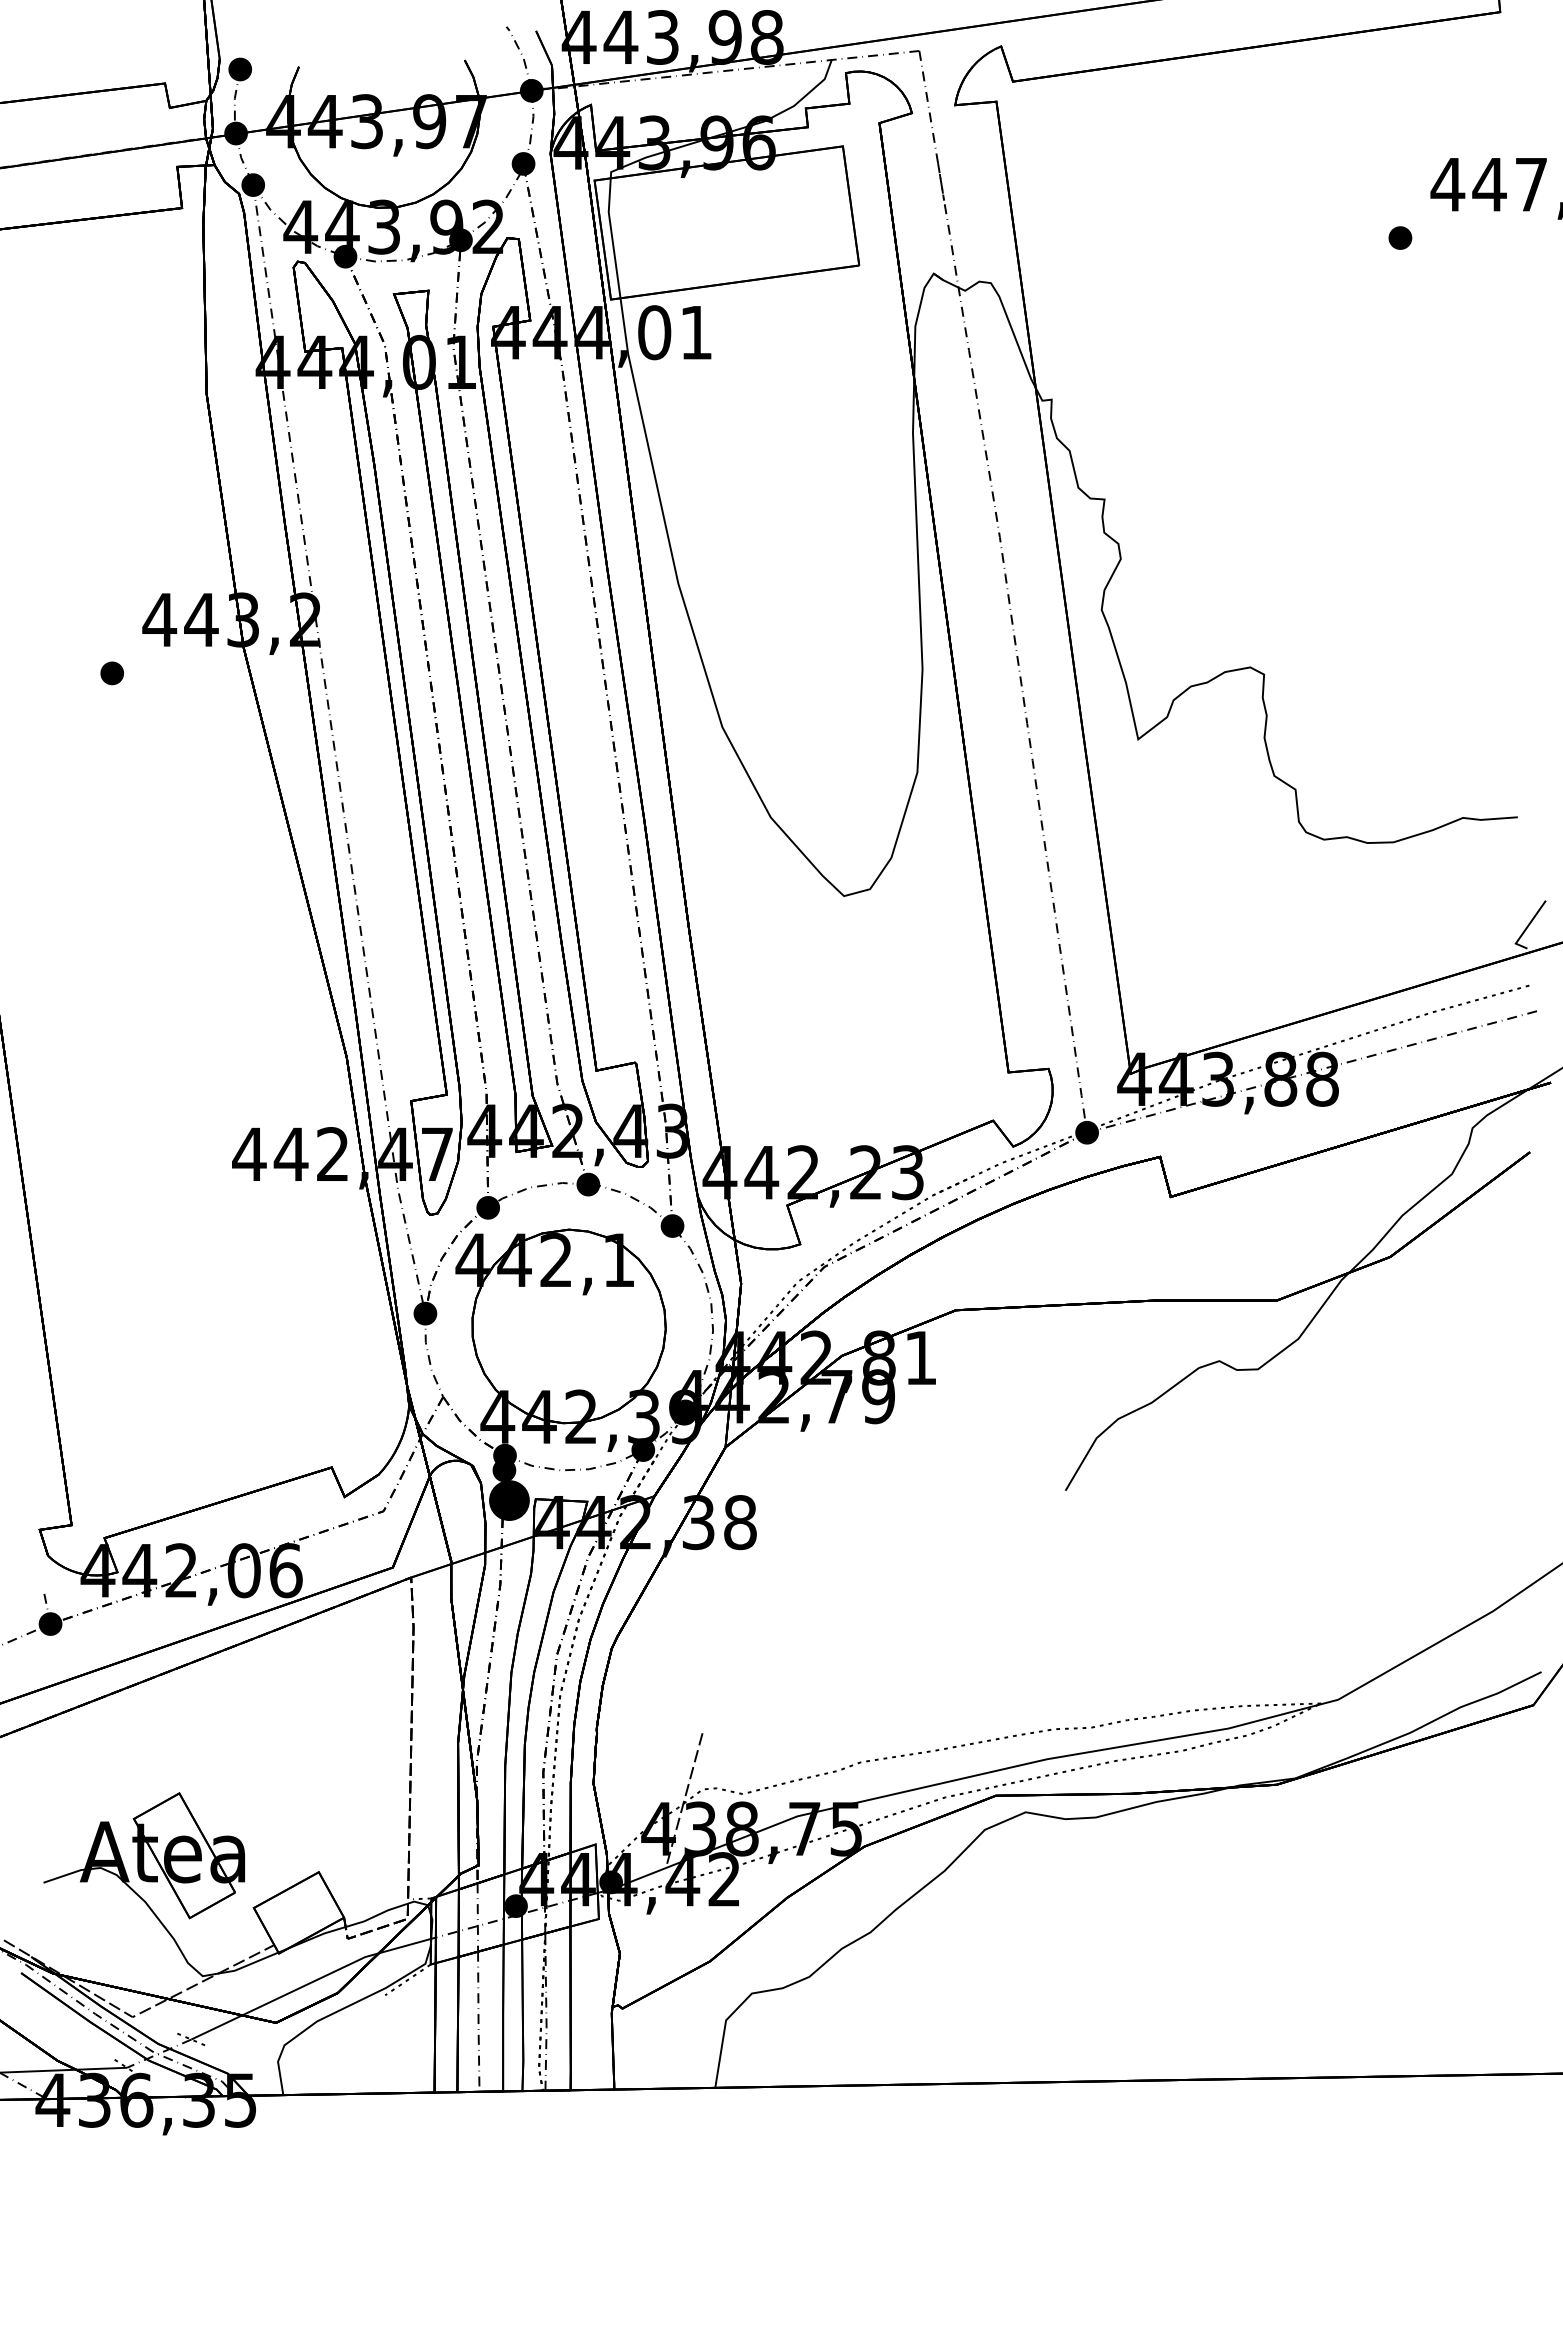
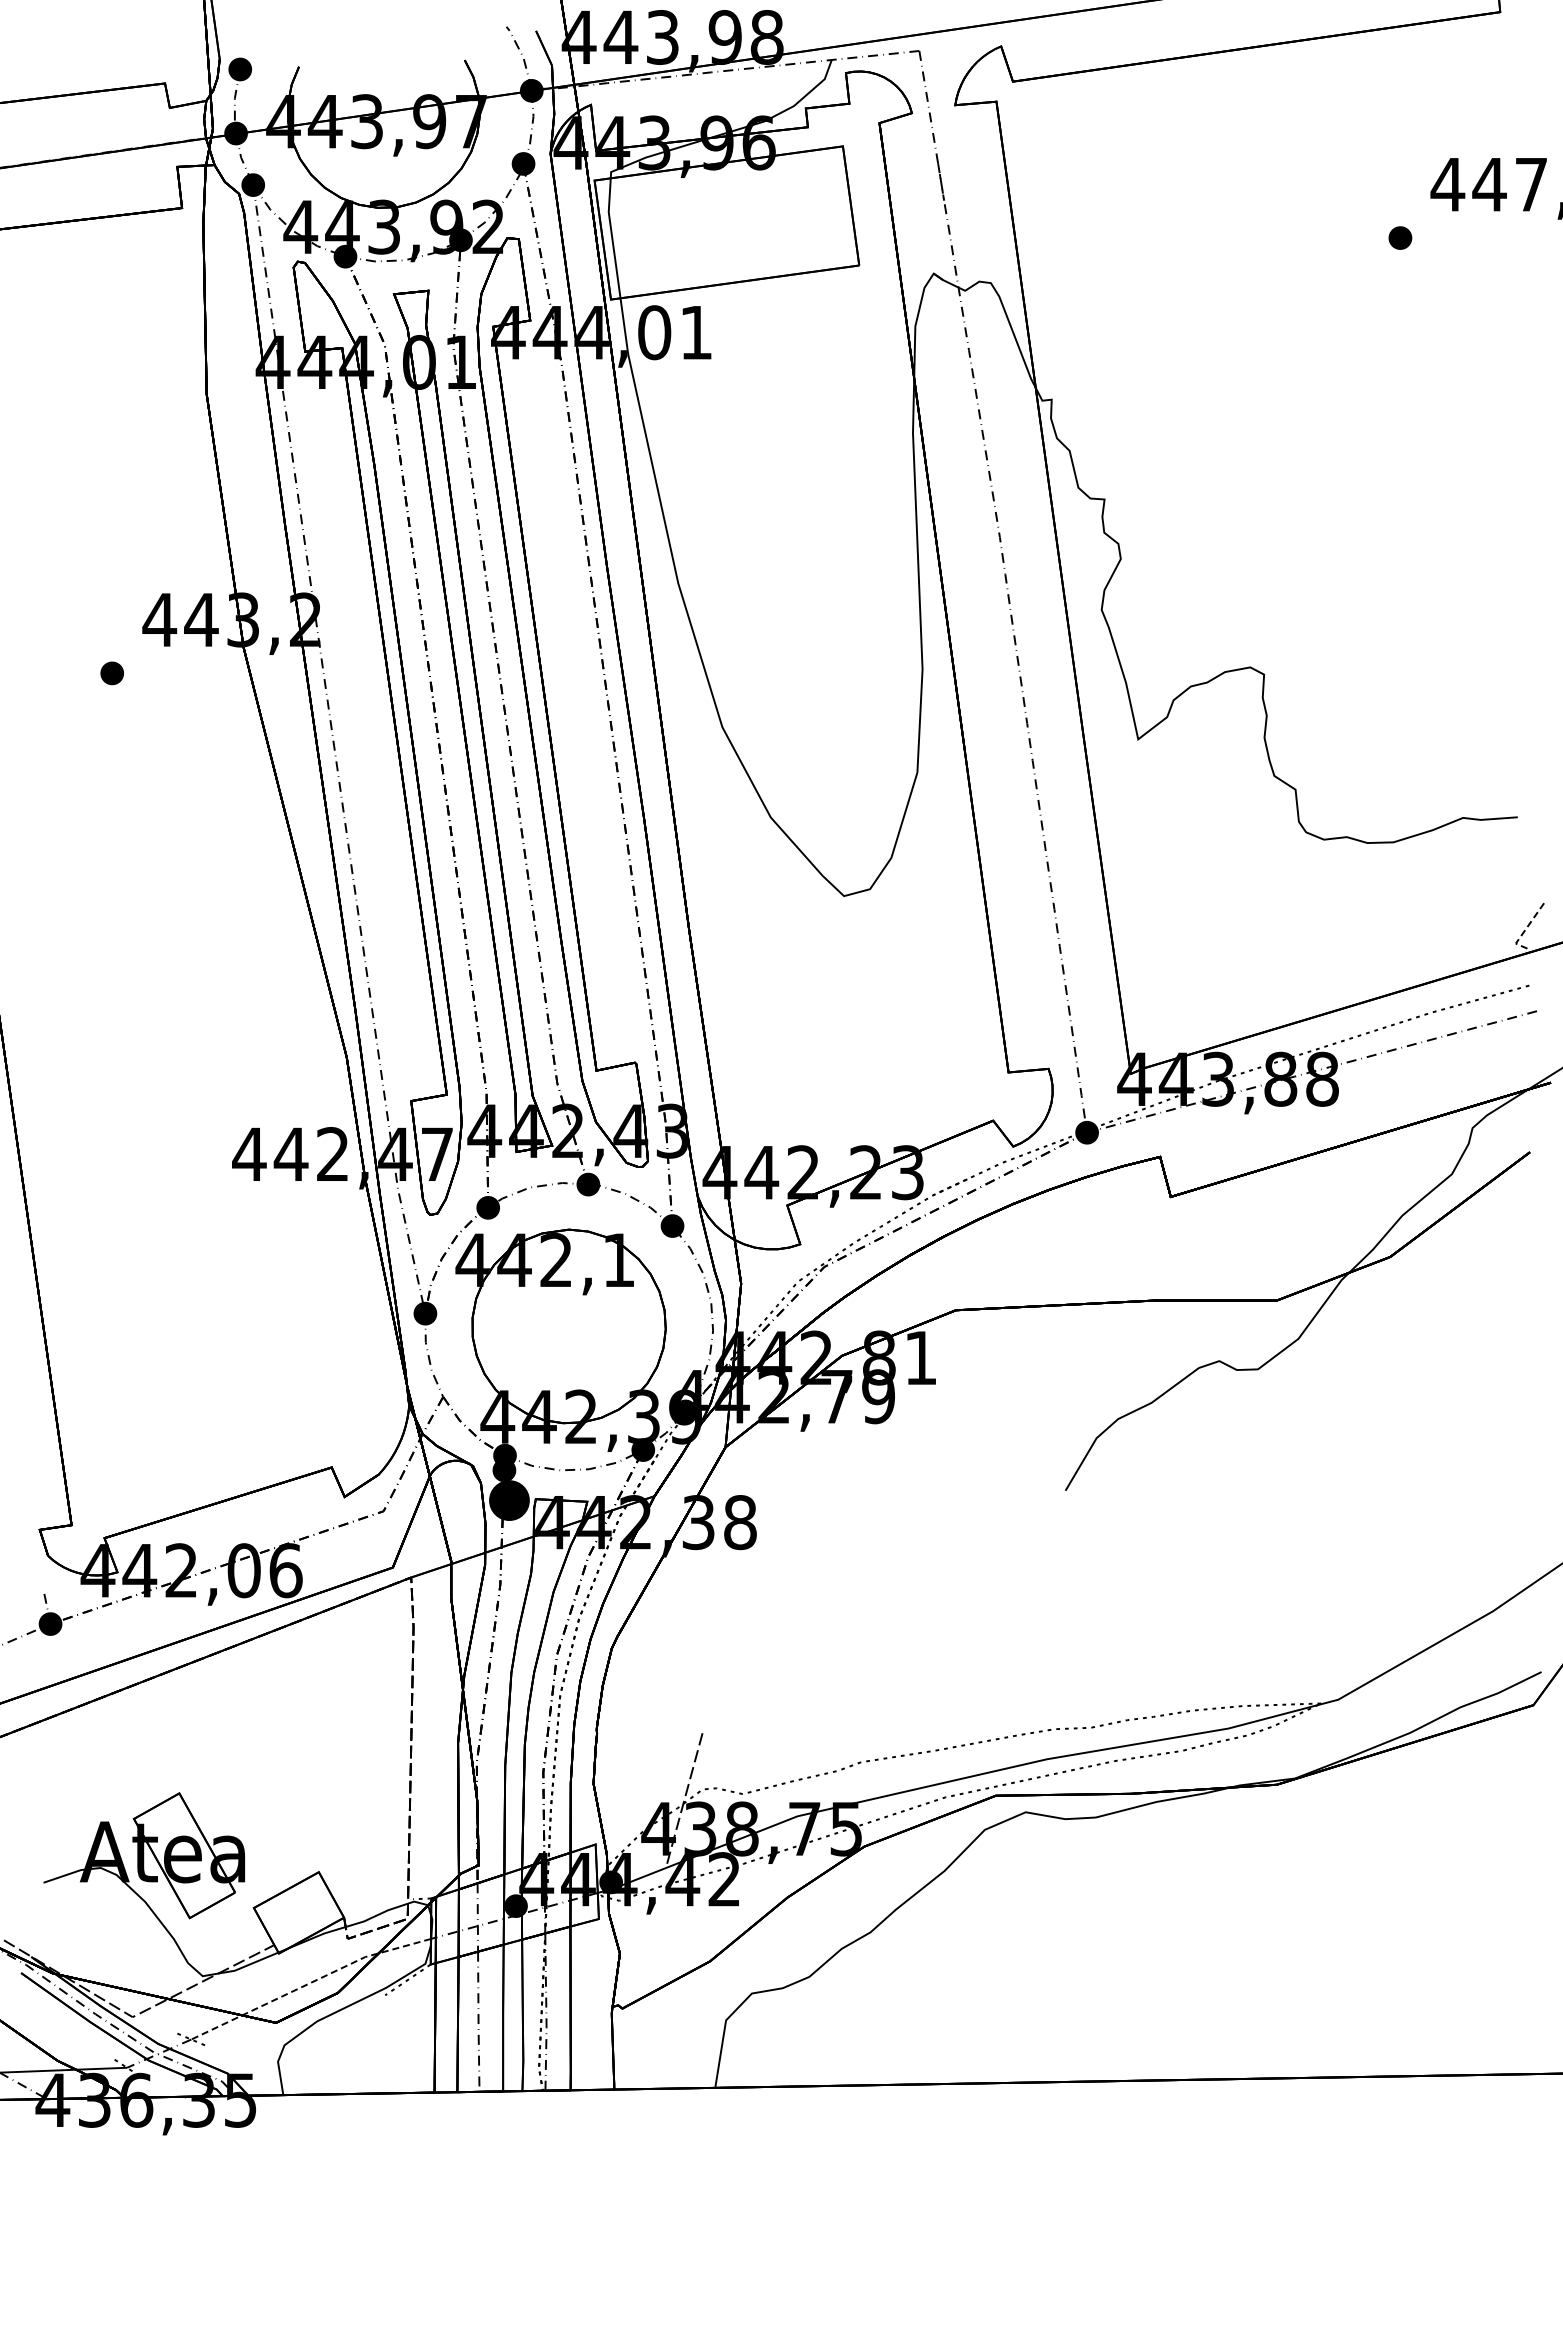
line at (1527, 927): solid -> dashed
line at (309, 1983): solid -> dashed
